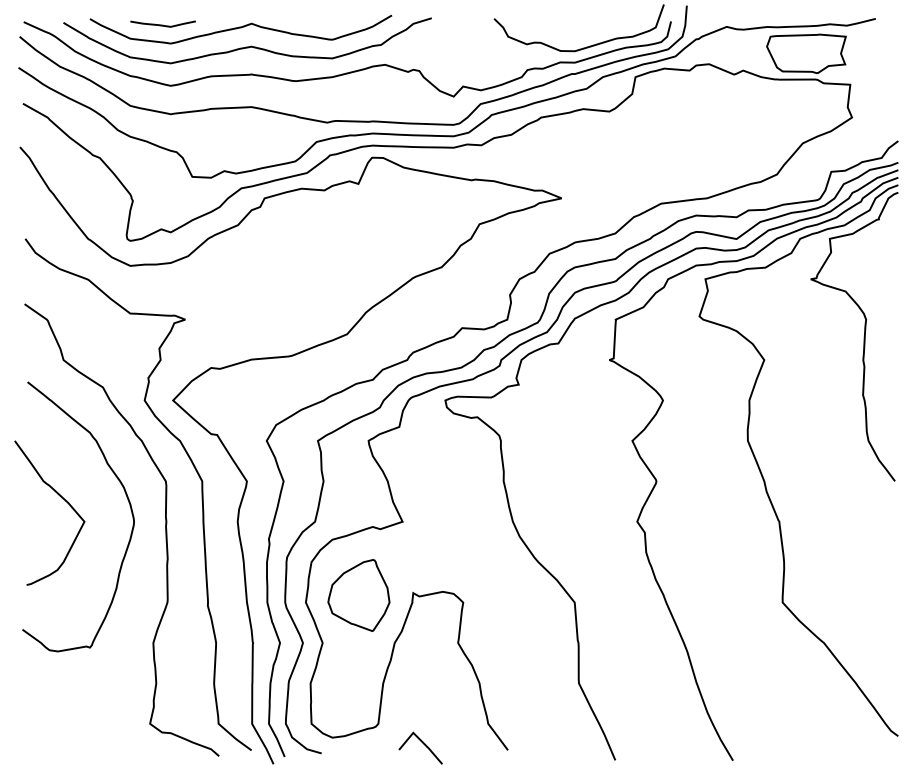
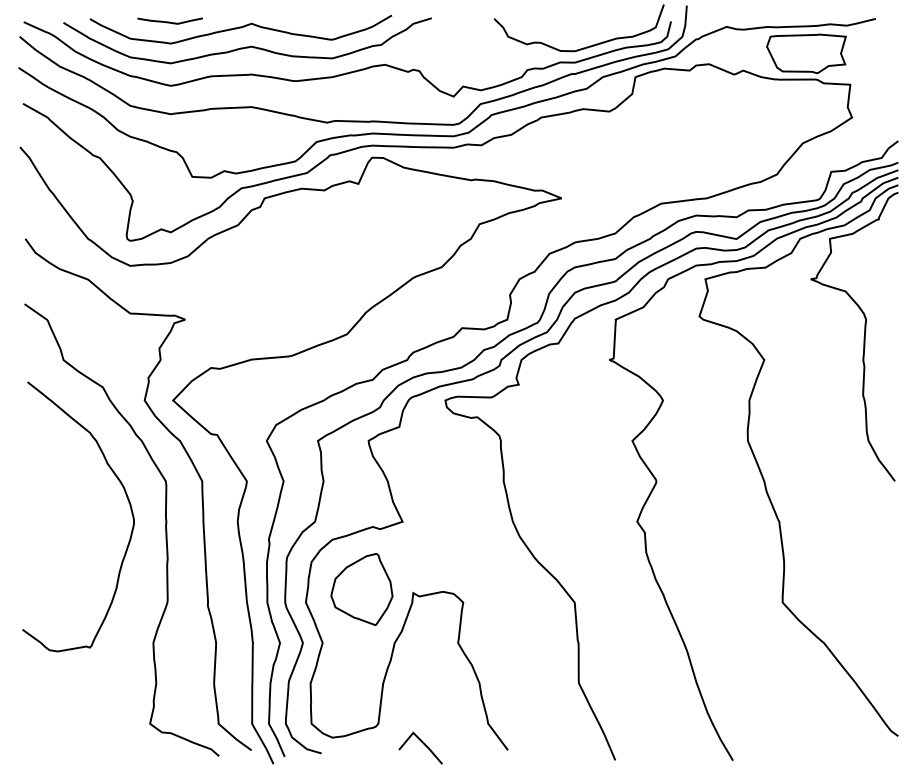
curve at (162, 24) position: (162, 24) -> (169, 21)
curve at (61, 498): present -> none
part at (358, 595) position: (358, 595) -> (361, 589)
